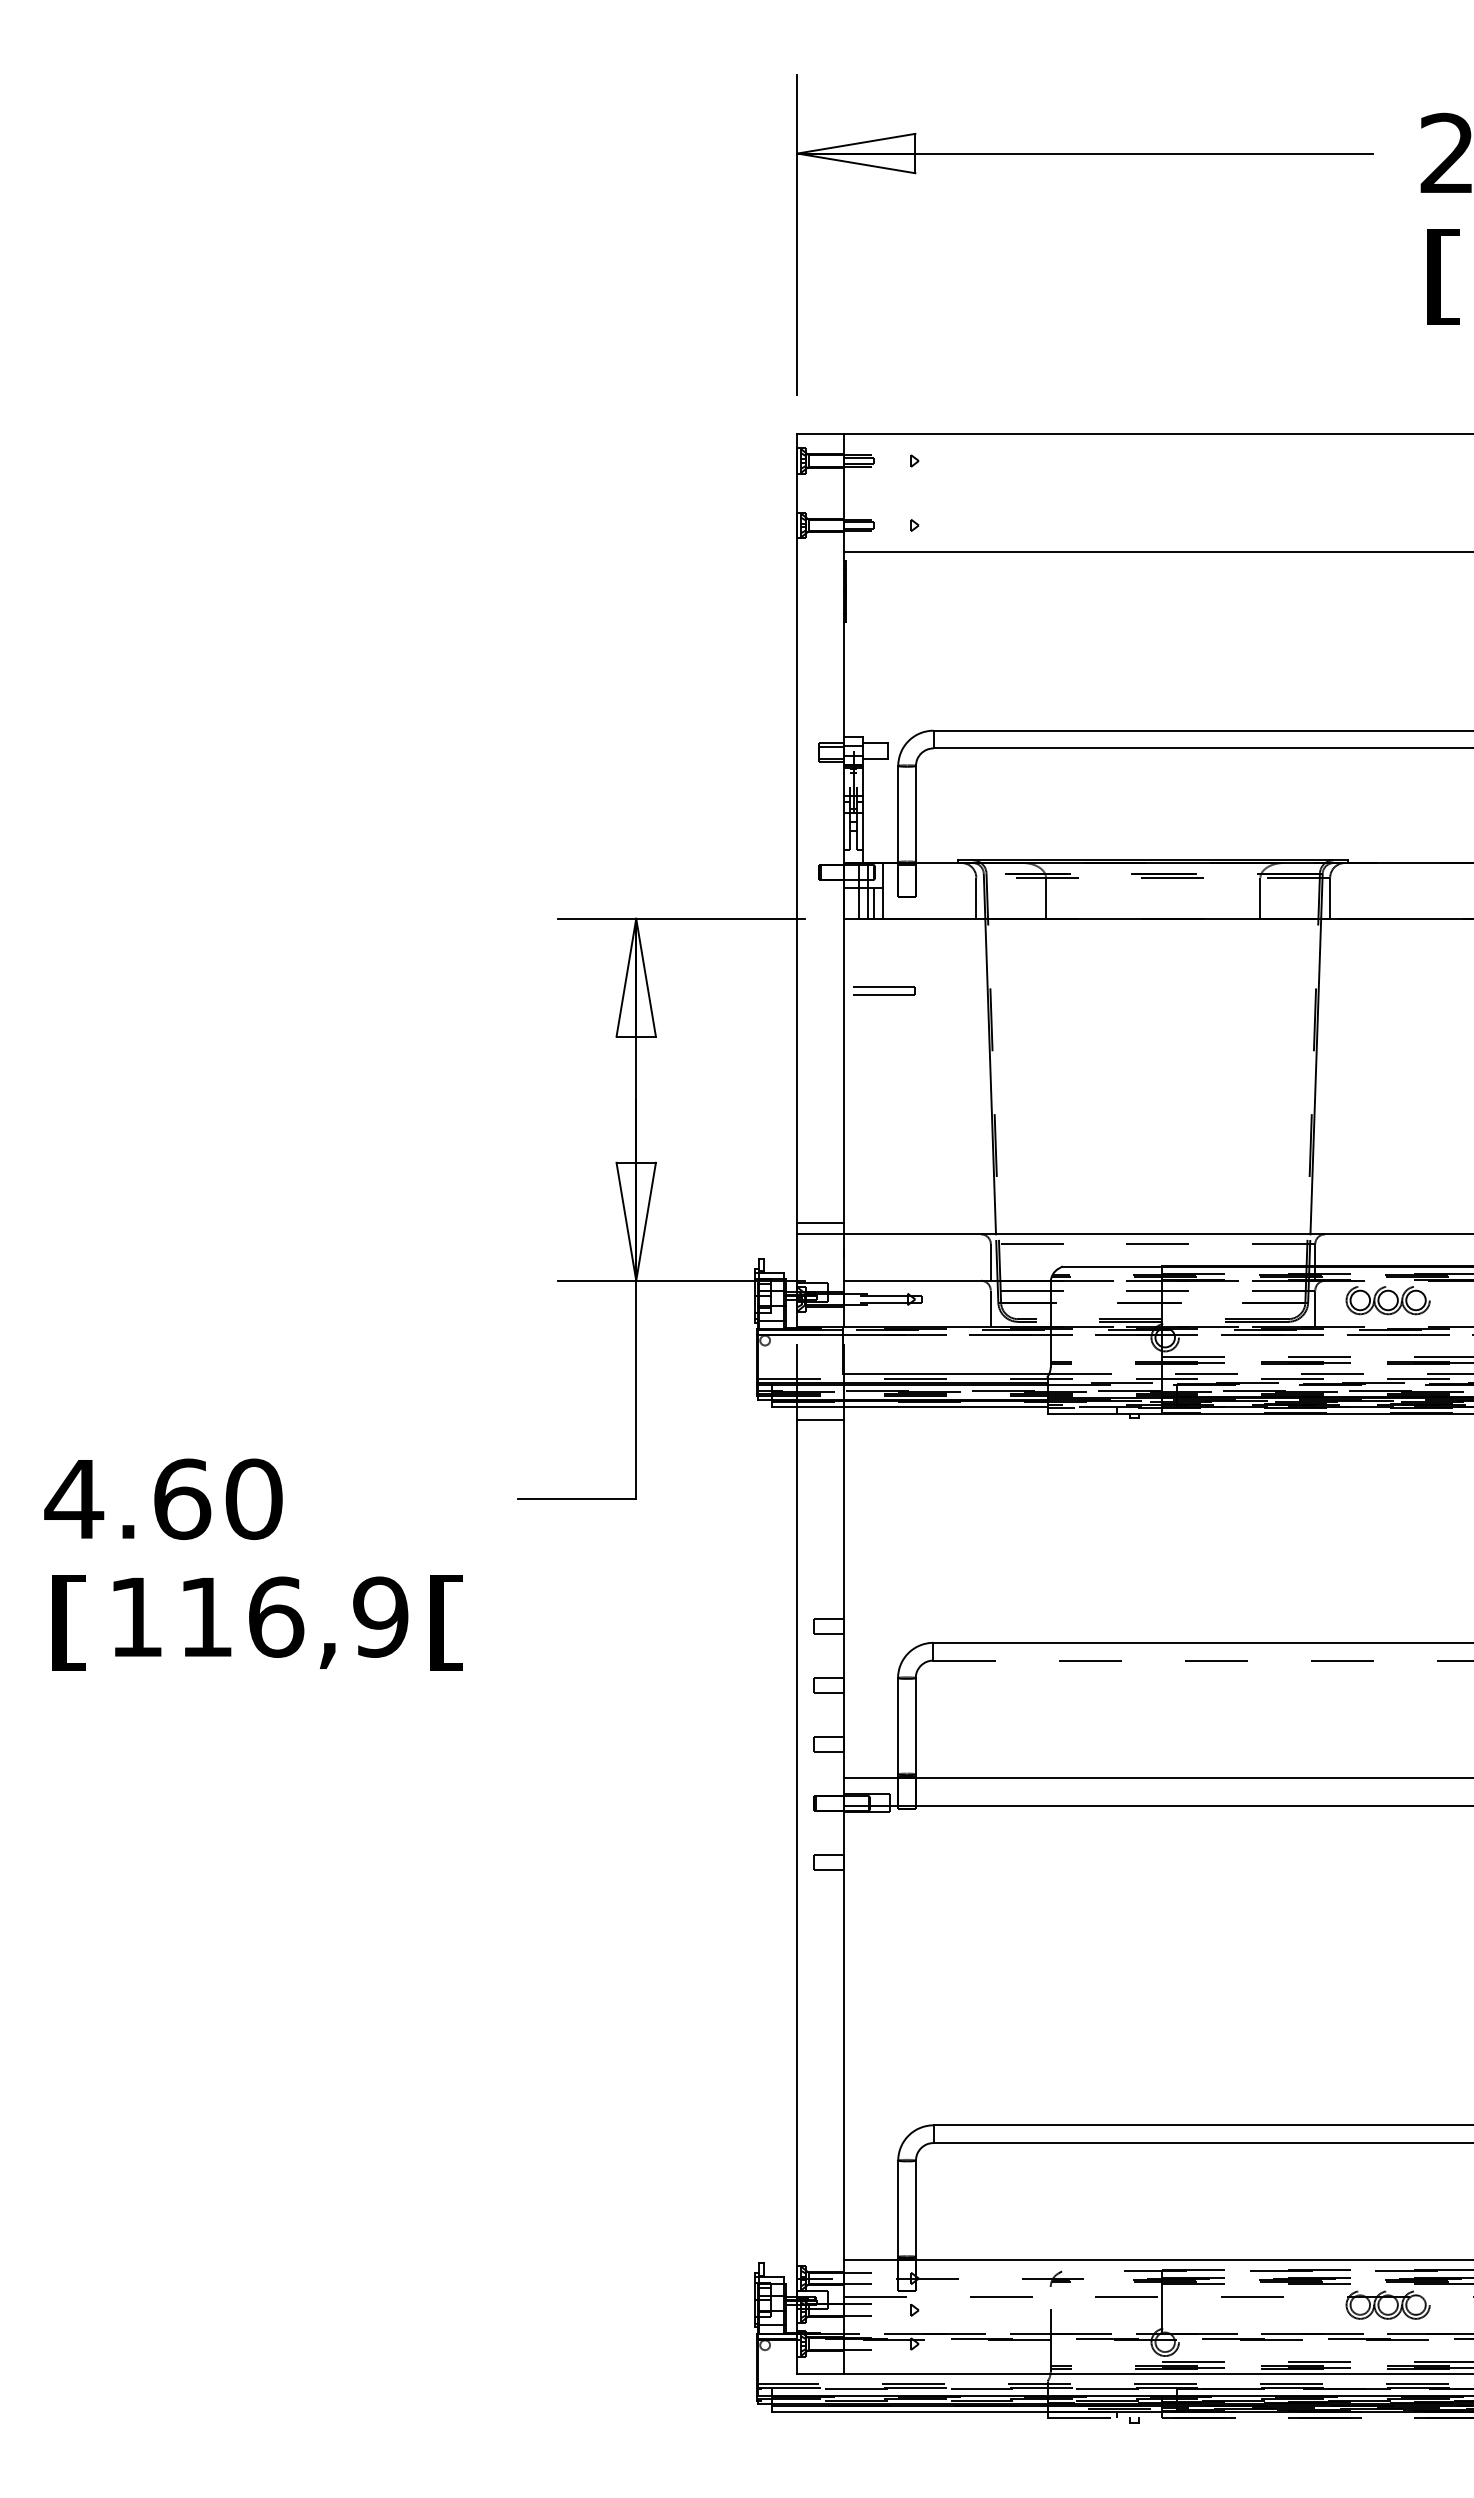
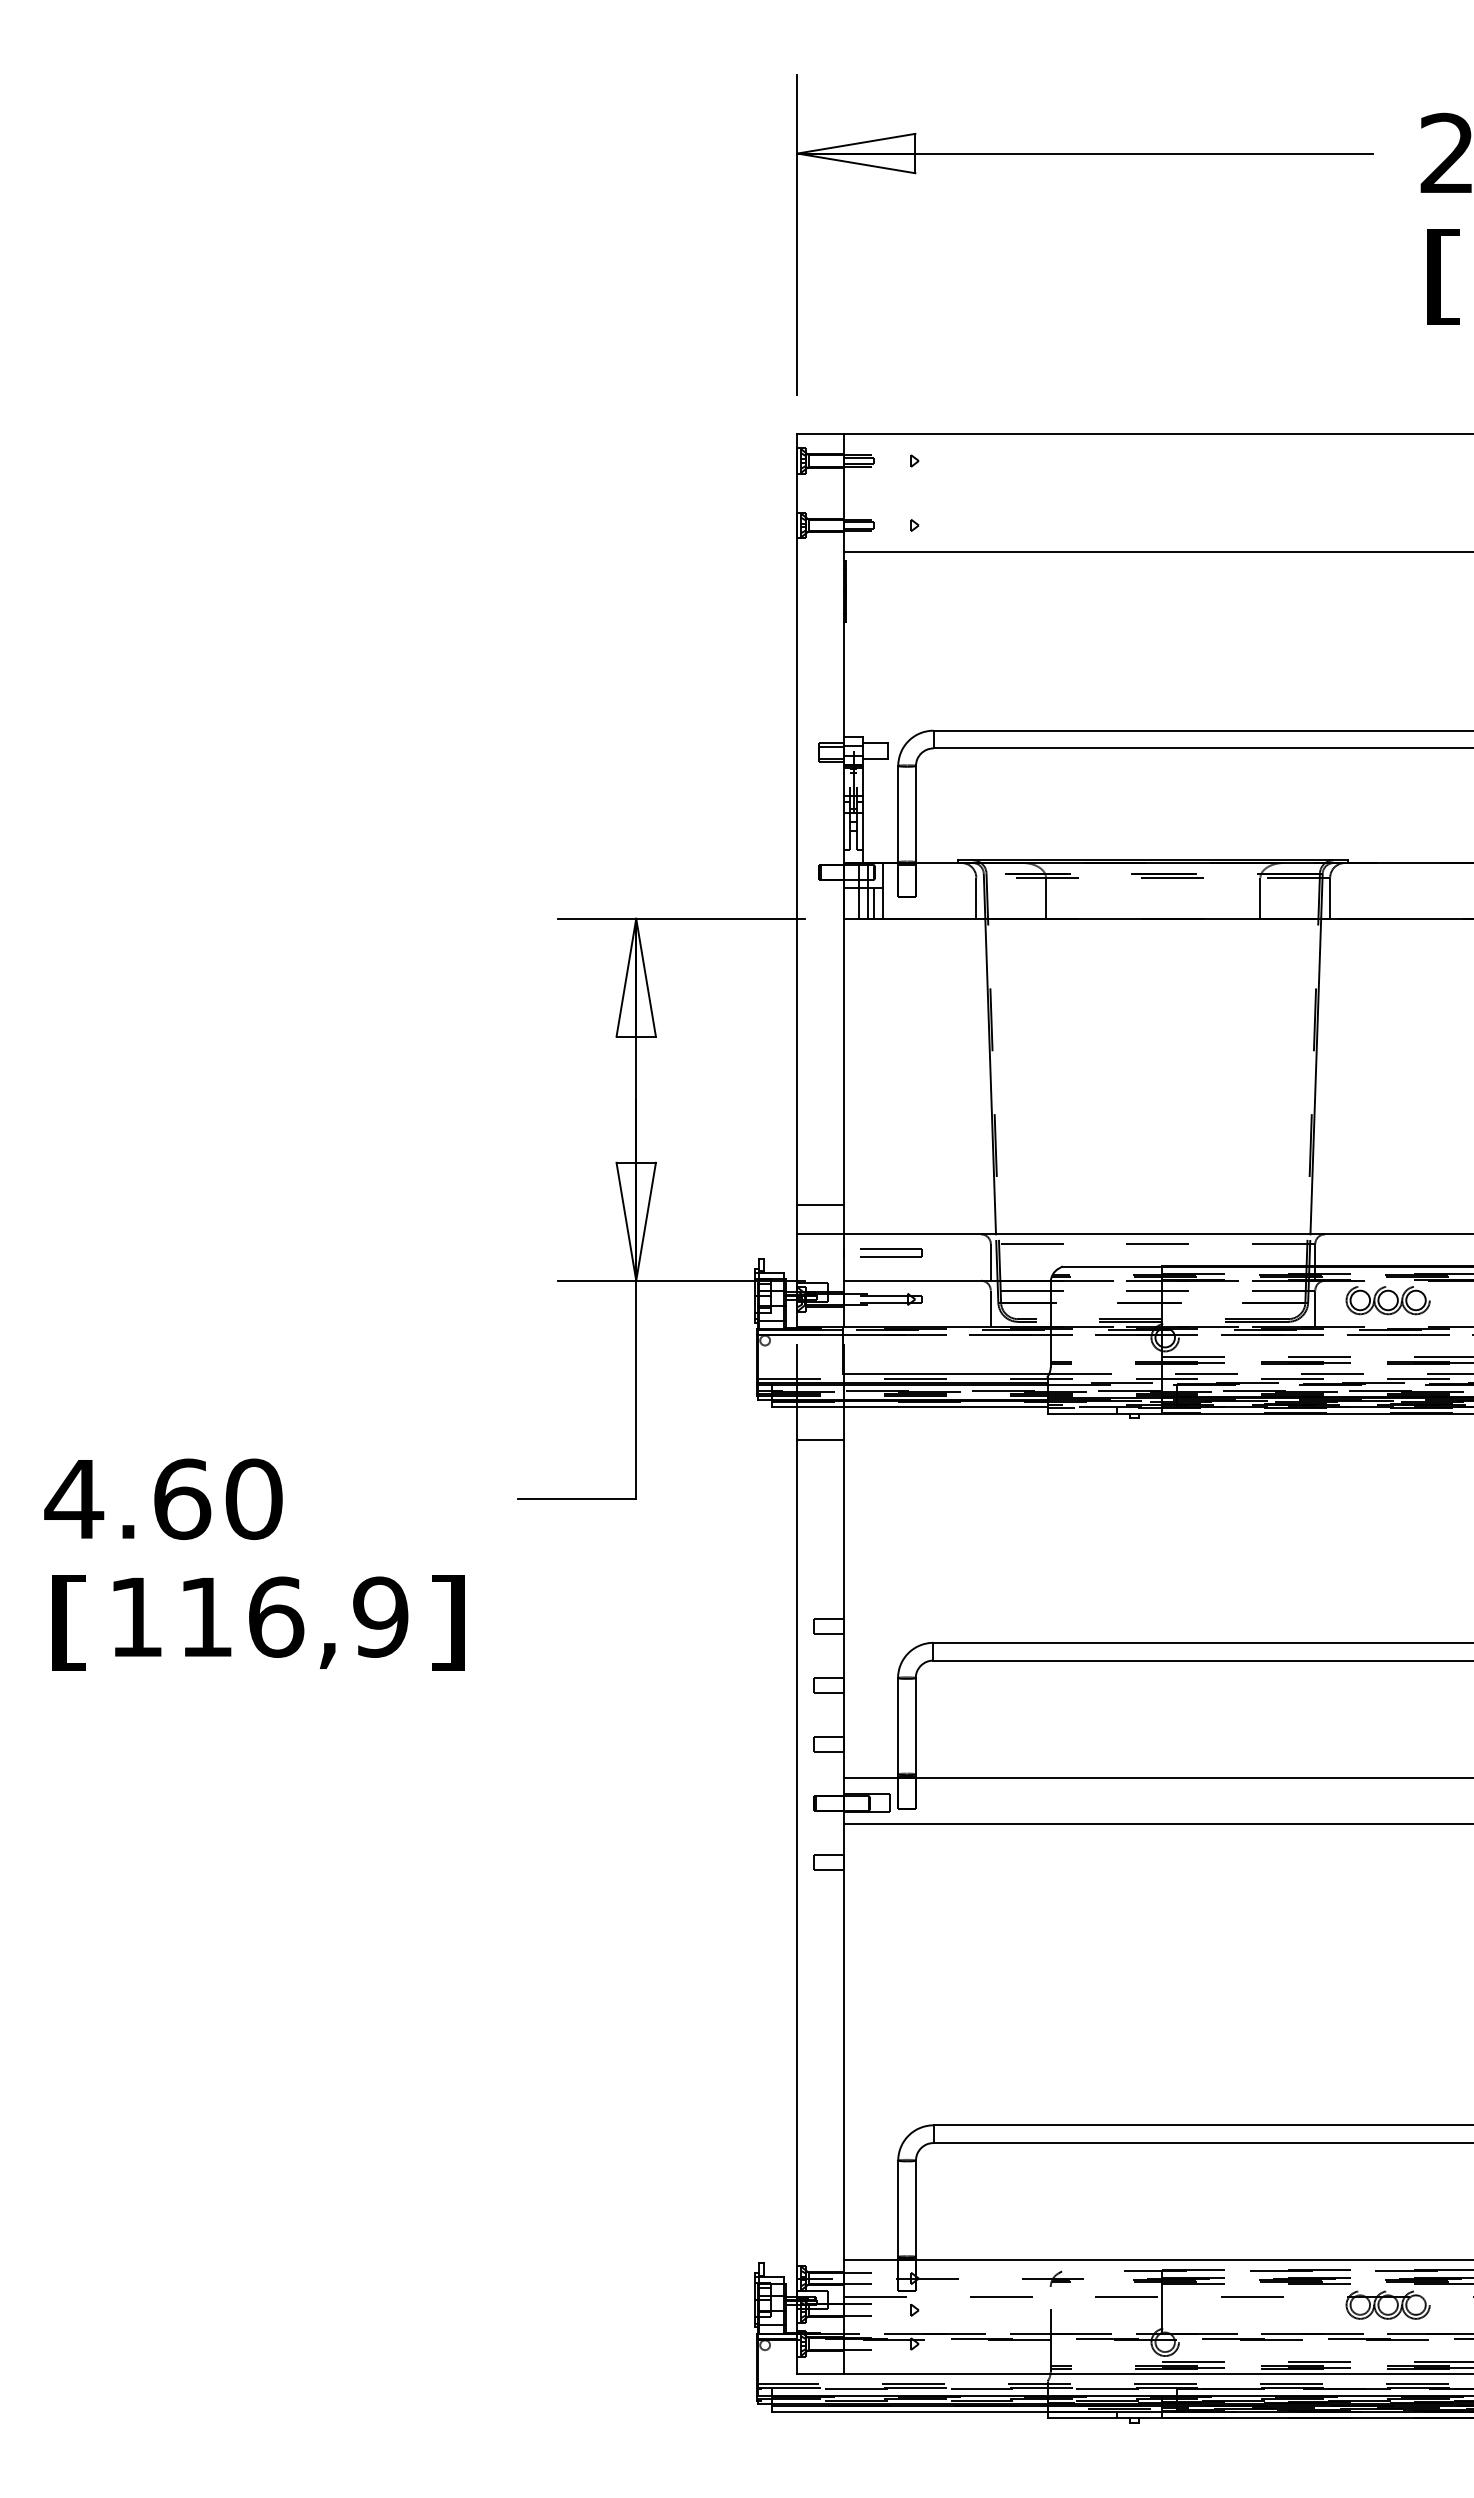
part at (884, 990) position: (884, 990) -> (891, 1252)
line at (820, 1222) position: (820, 1222) -> (820, 1204)
line at (820, 1420) position: (820, 1420) -> (820, 1440)
text at (447, 1622): [ -> ]
line at (1204, 1660): dashed -> solid
line at (1156, 1805) position: (1156, 1805) -> (1156, 1823)
line at (1261, 2418): dashed -> solid
